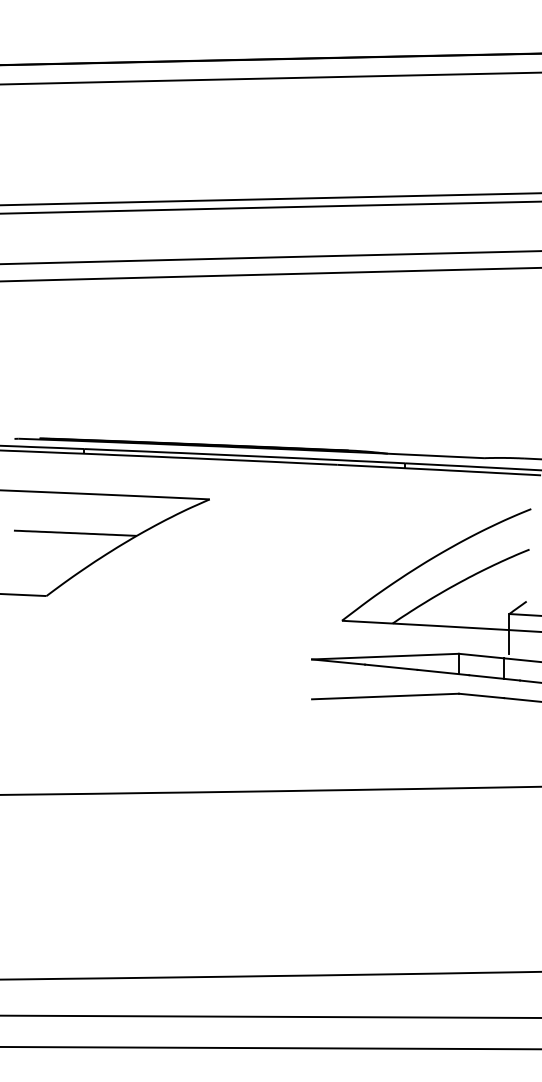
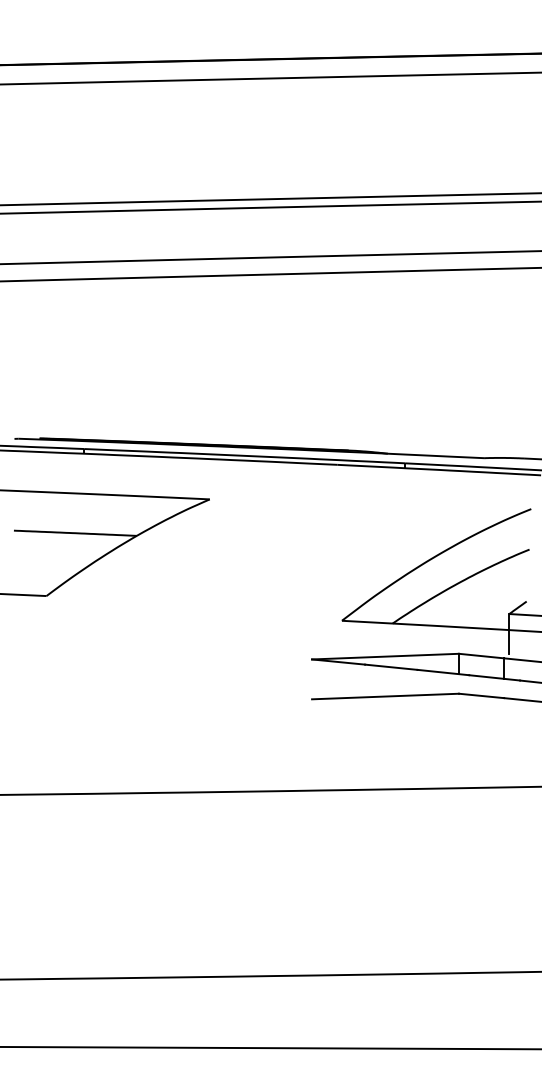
line at (270, 1016): present -> none
